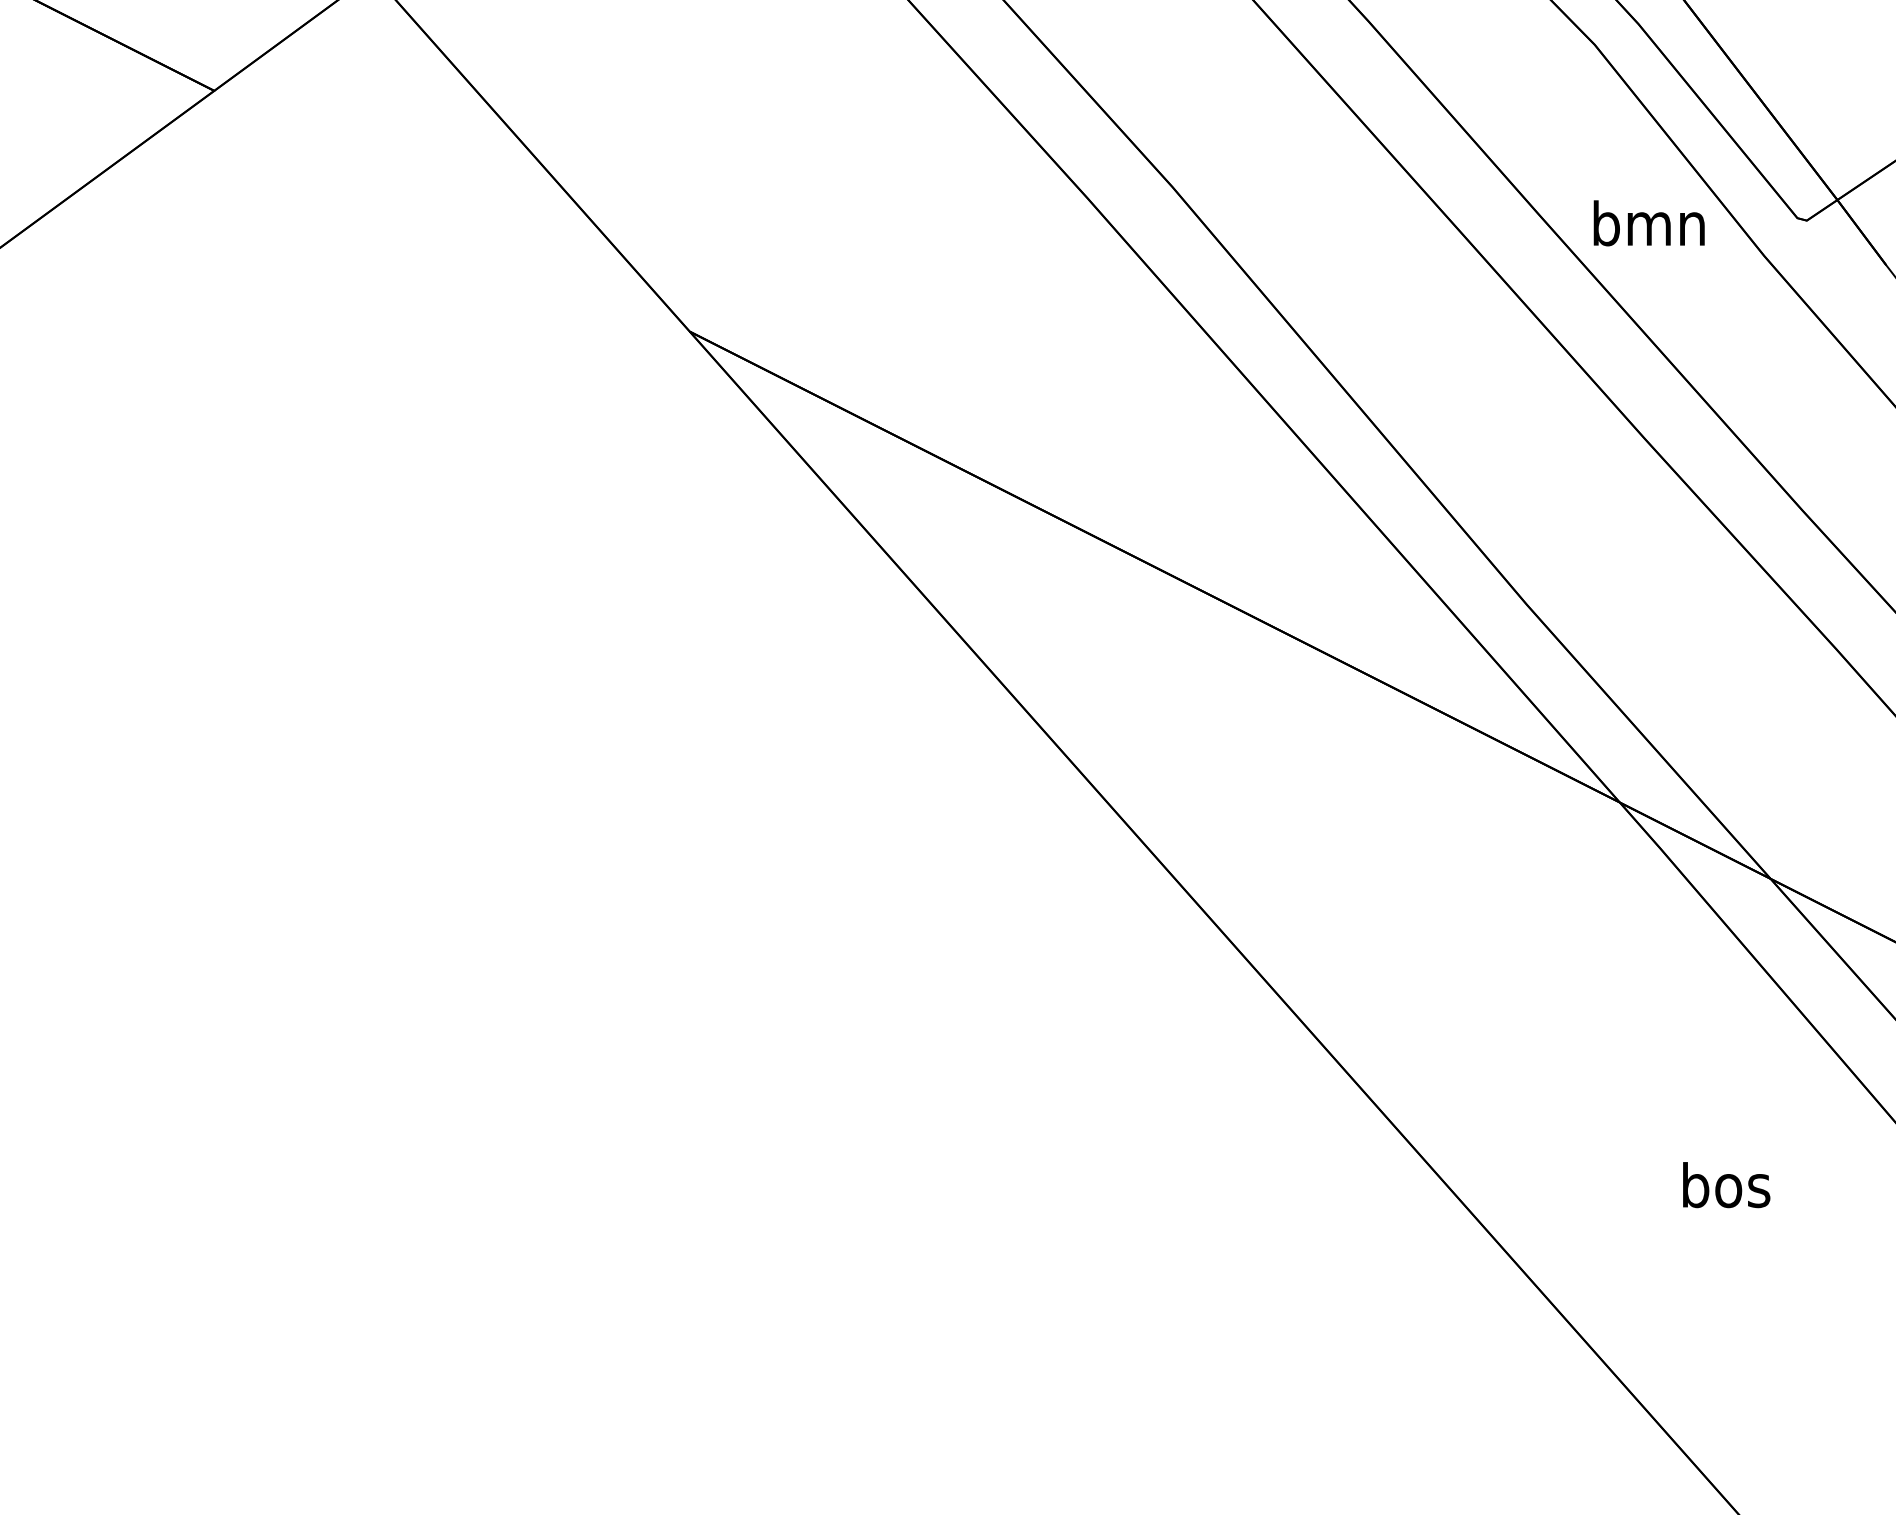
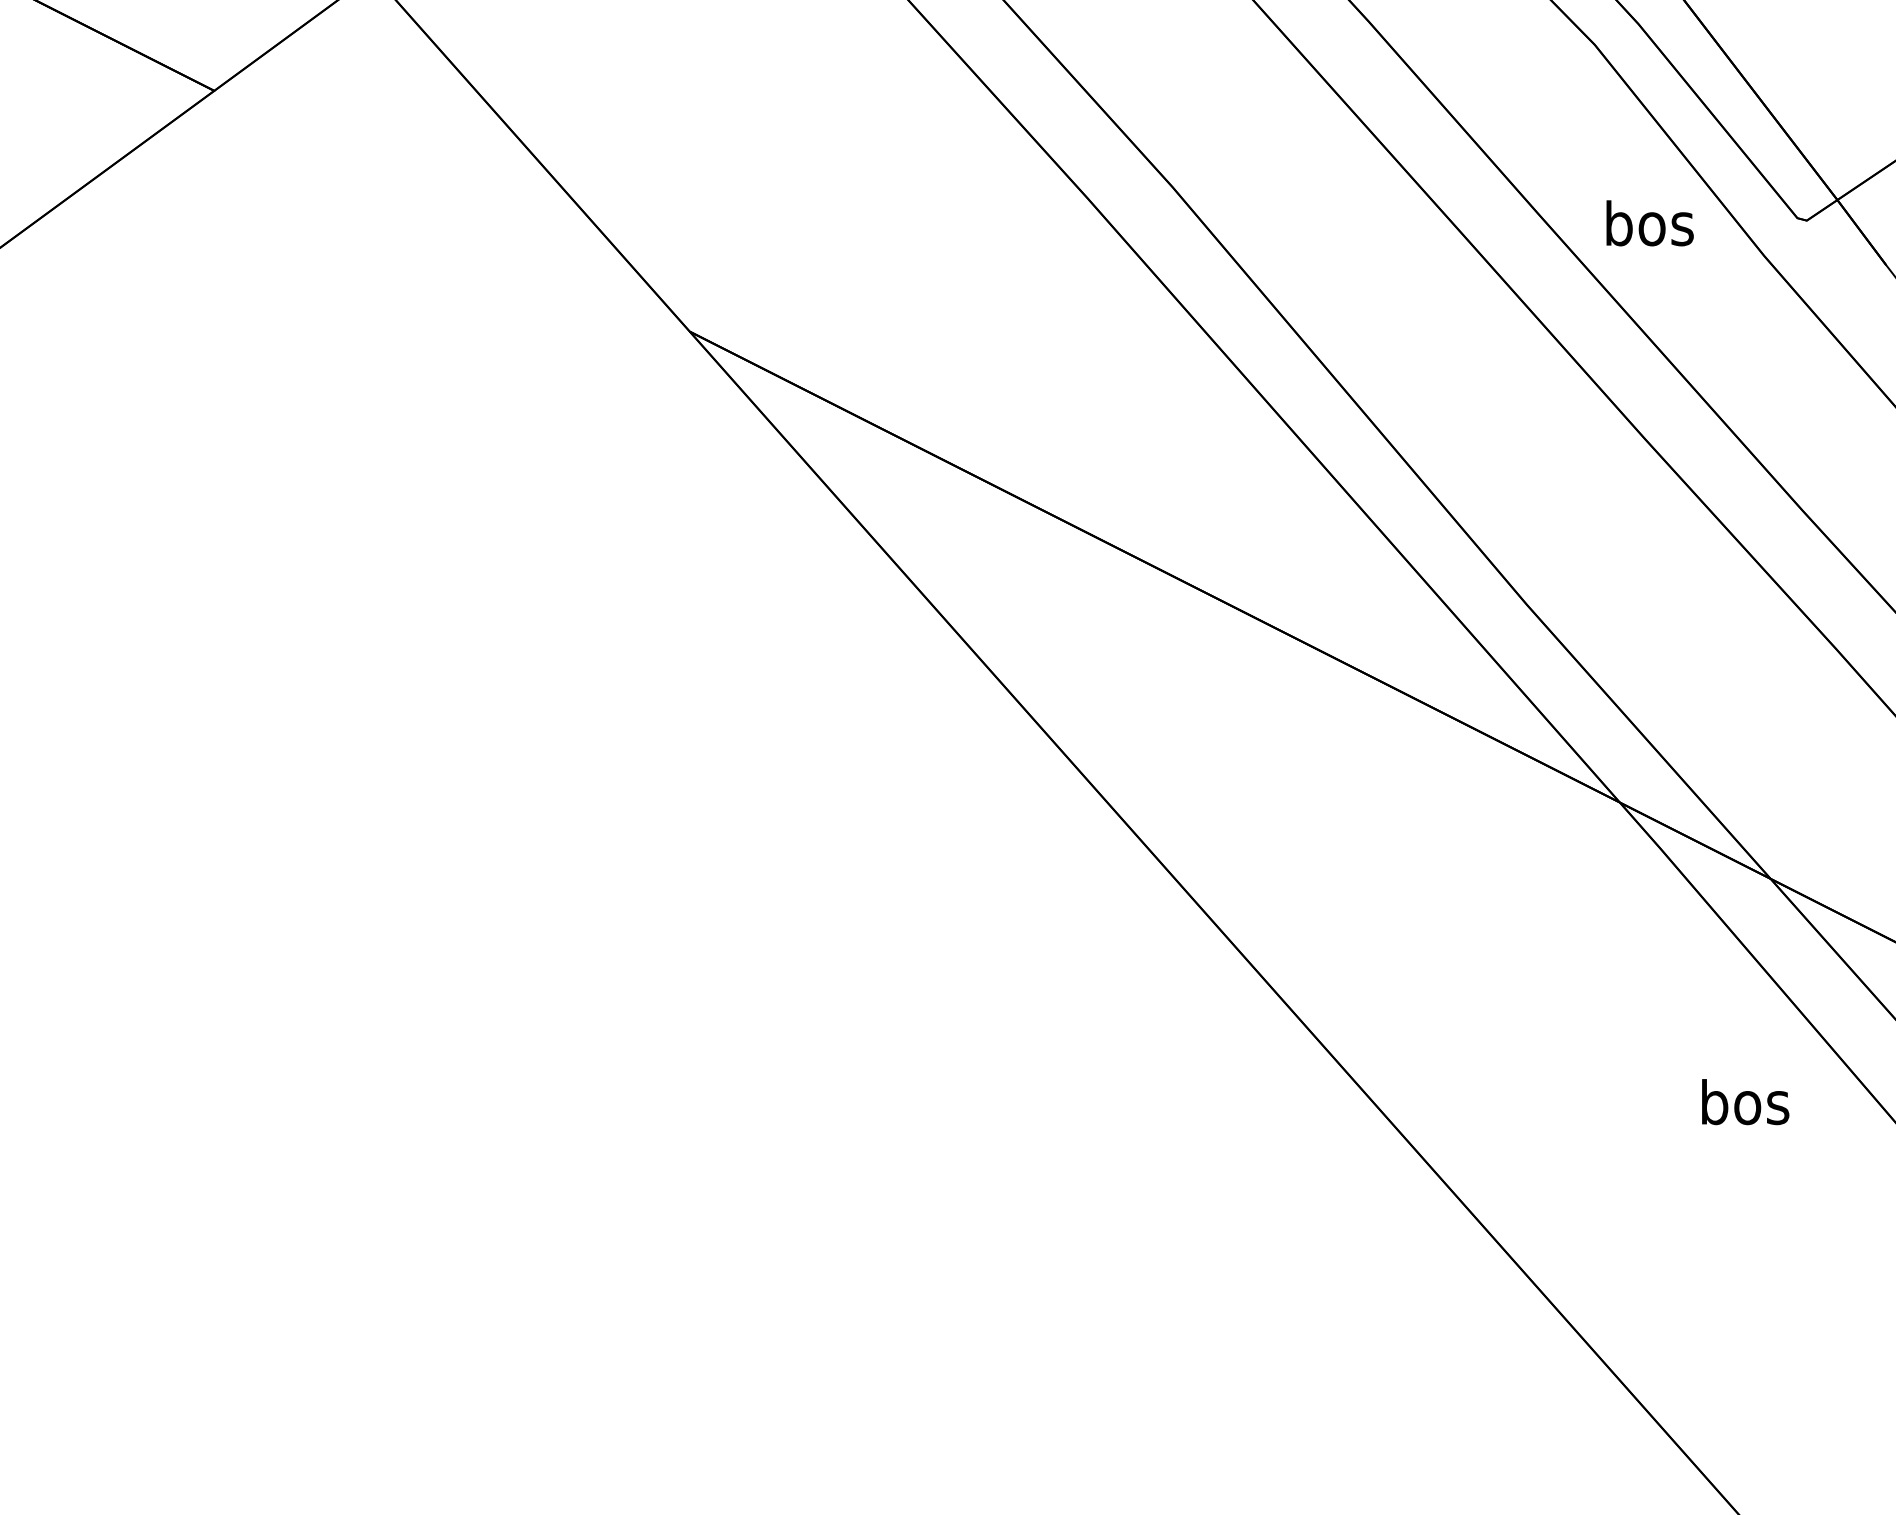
text at (1648, 223): bmn -> bos
text at (1726, 1185) position: (1726, 1185) -> (1745, 1102)
